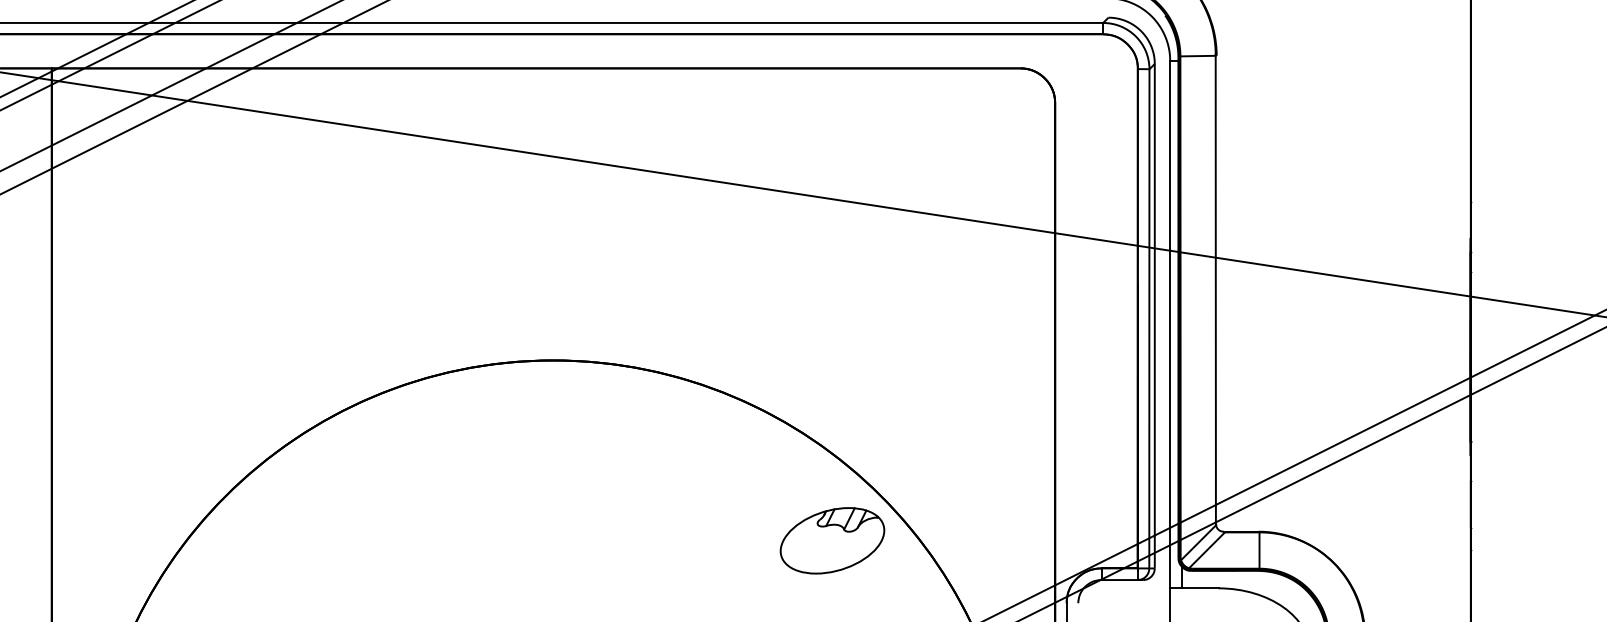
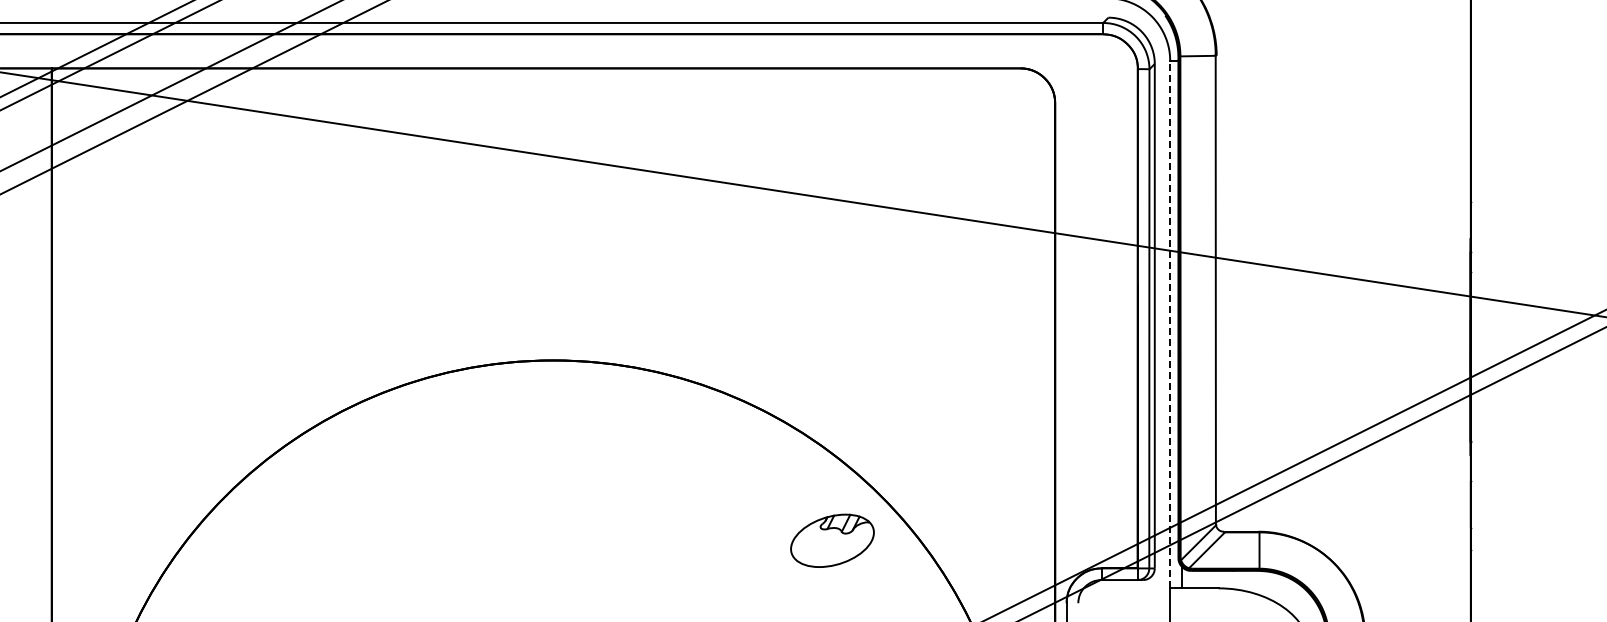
line at (1170, 324): solid -> dashed
part at (832, 540) size: 107x68 px -> 85x55 px
